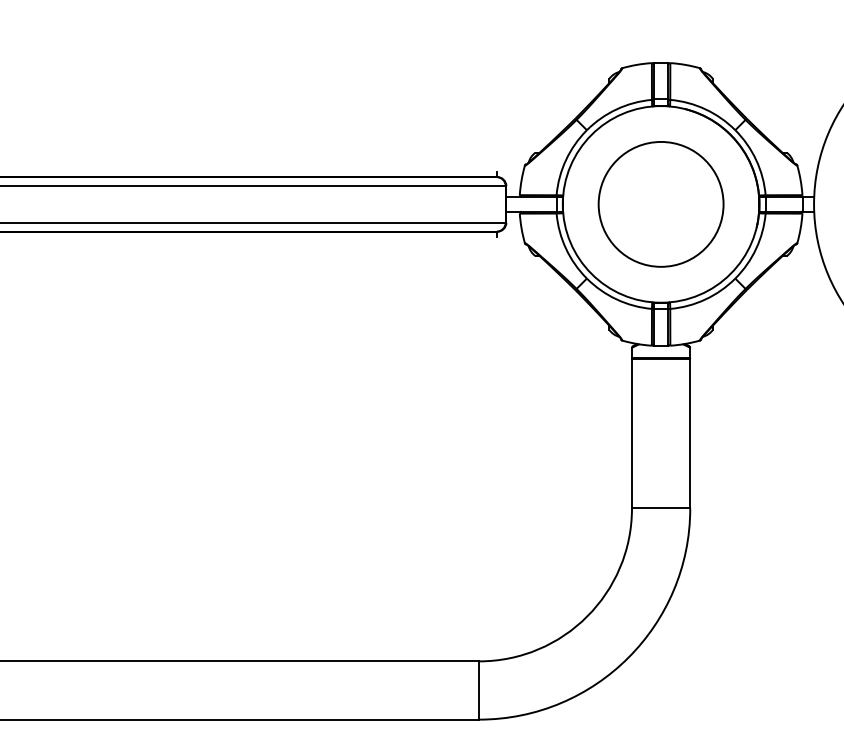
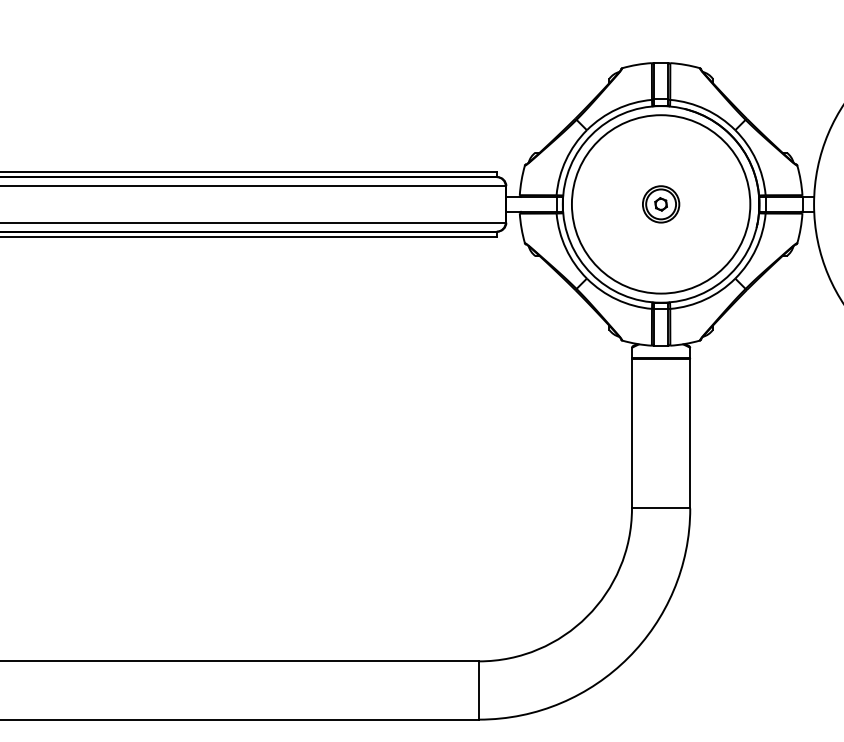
line at (249, 171): none -> present
circle at (660, 203) diameter: 125 px -> 178 px
part at (661, 204): none -> present
line at (249, 237): none -> present
